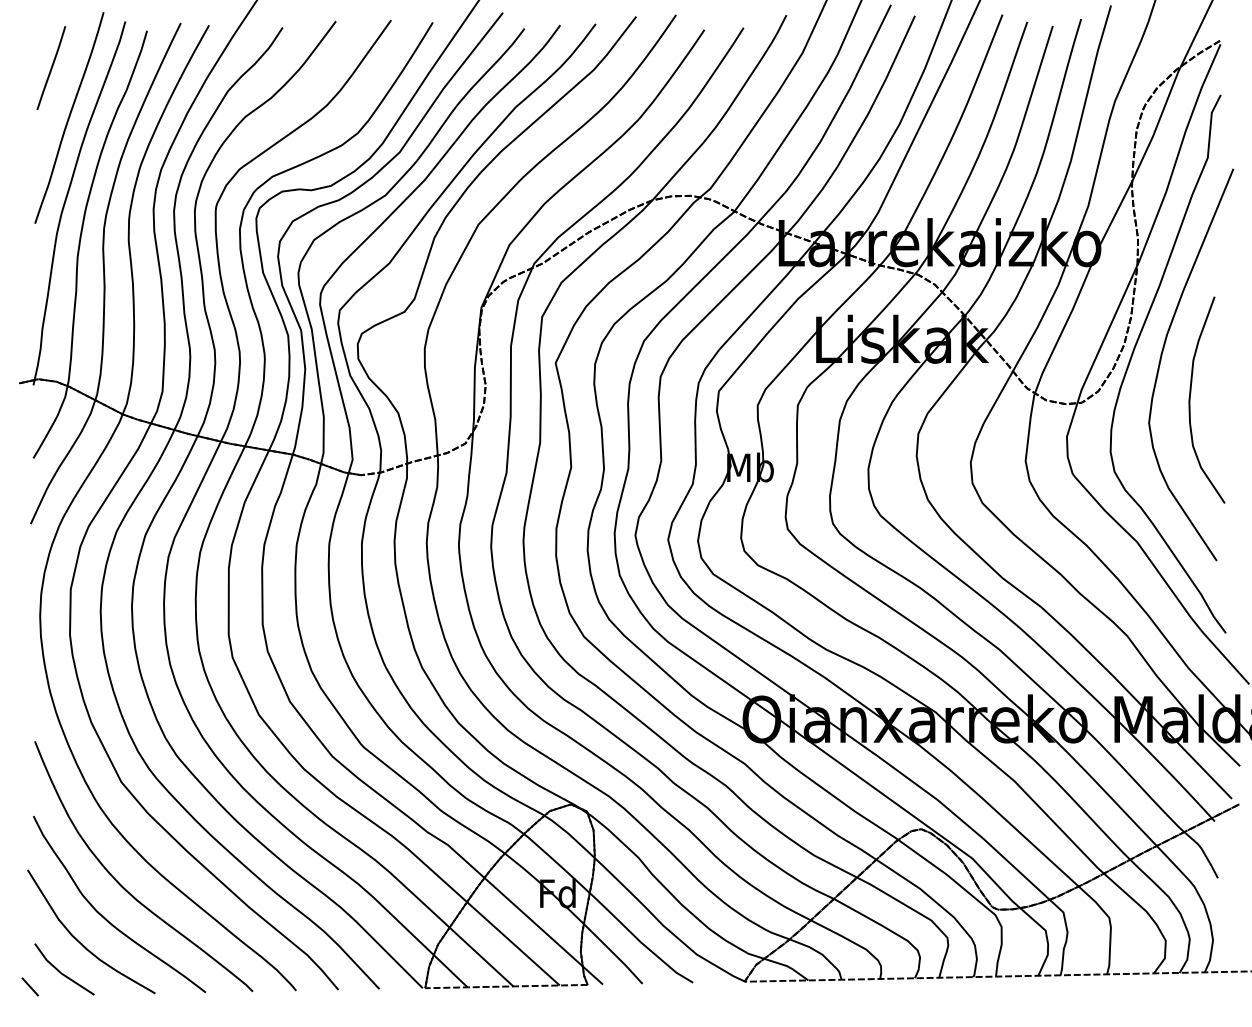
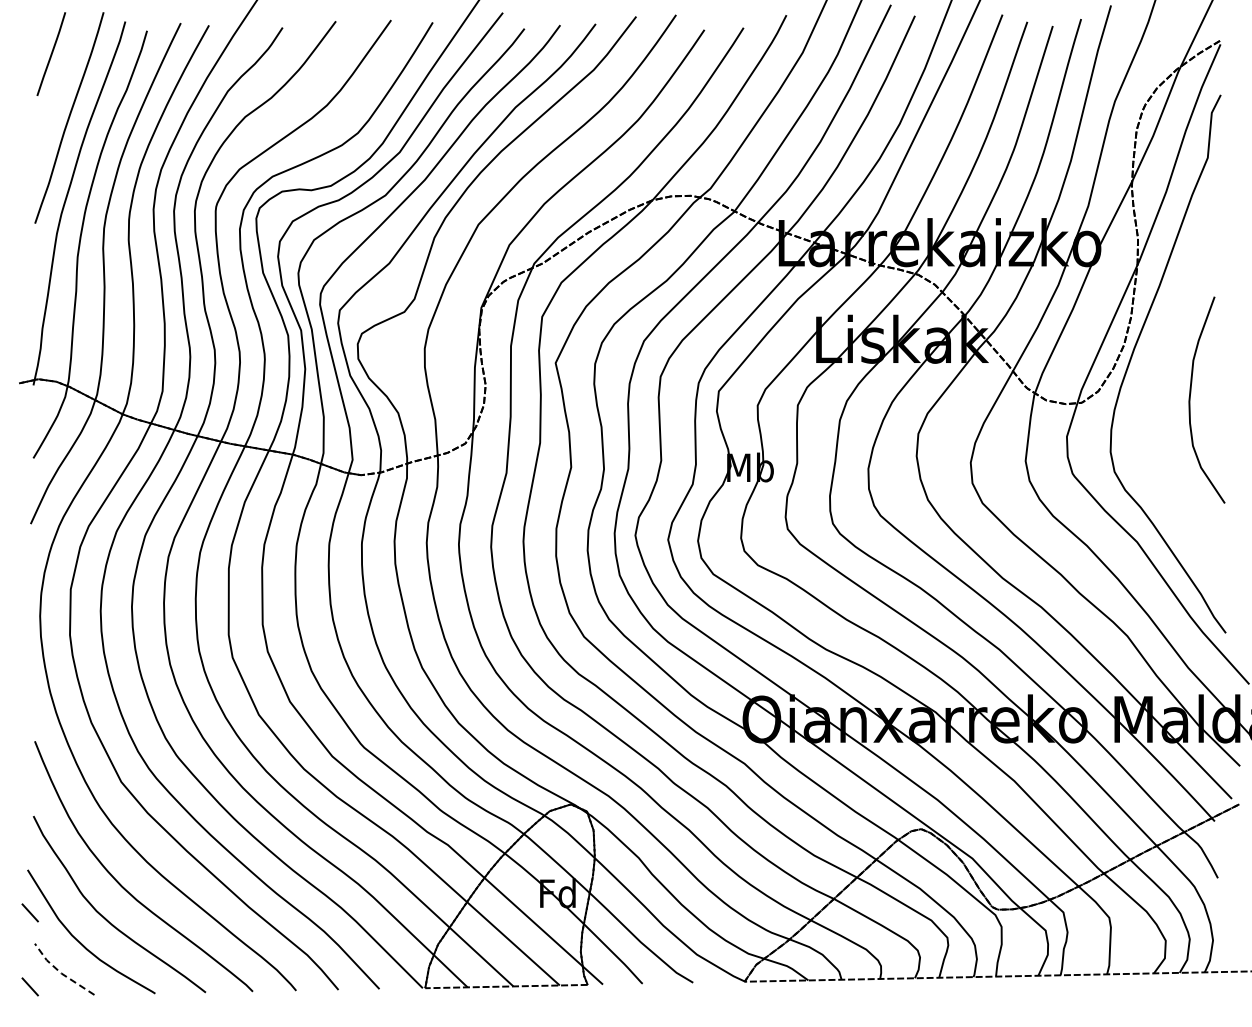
line at (51, 67) position: (51, 67) -> (51, 53)
curve at (1162, 356): present -> none
line at (29, 912): none -> present
line at (60, 972): solid -> dashed
